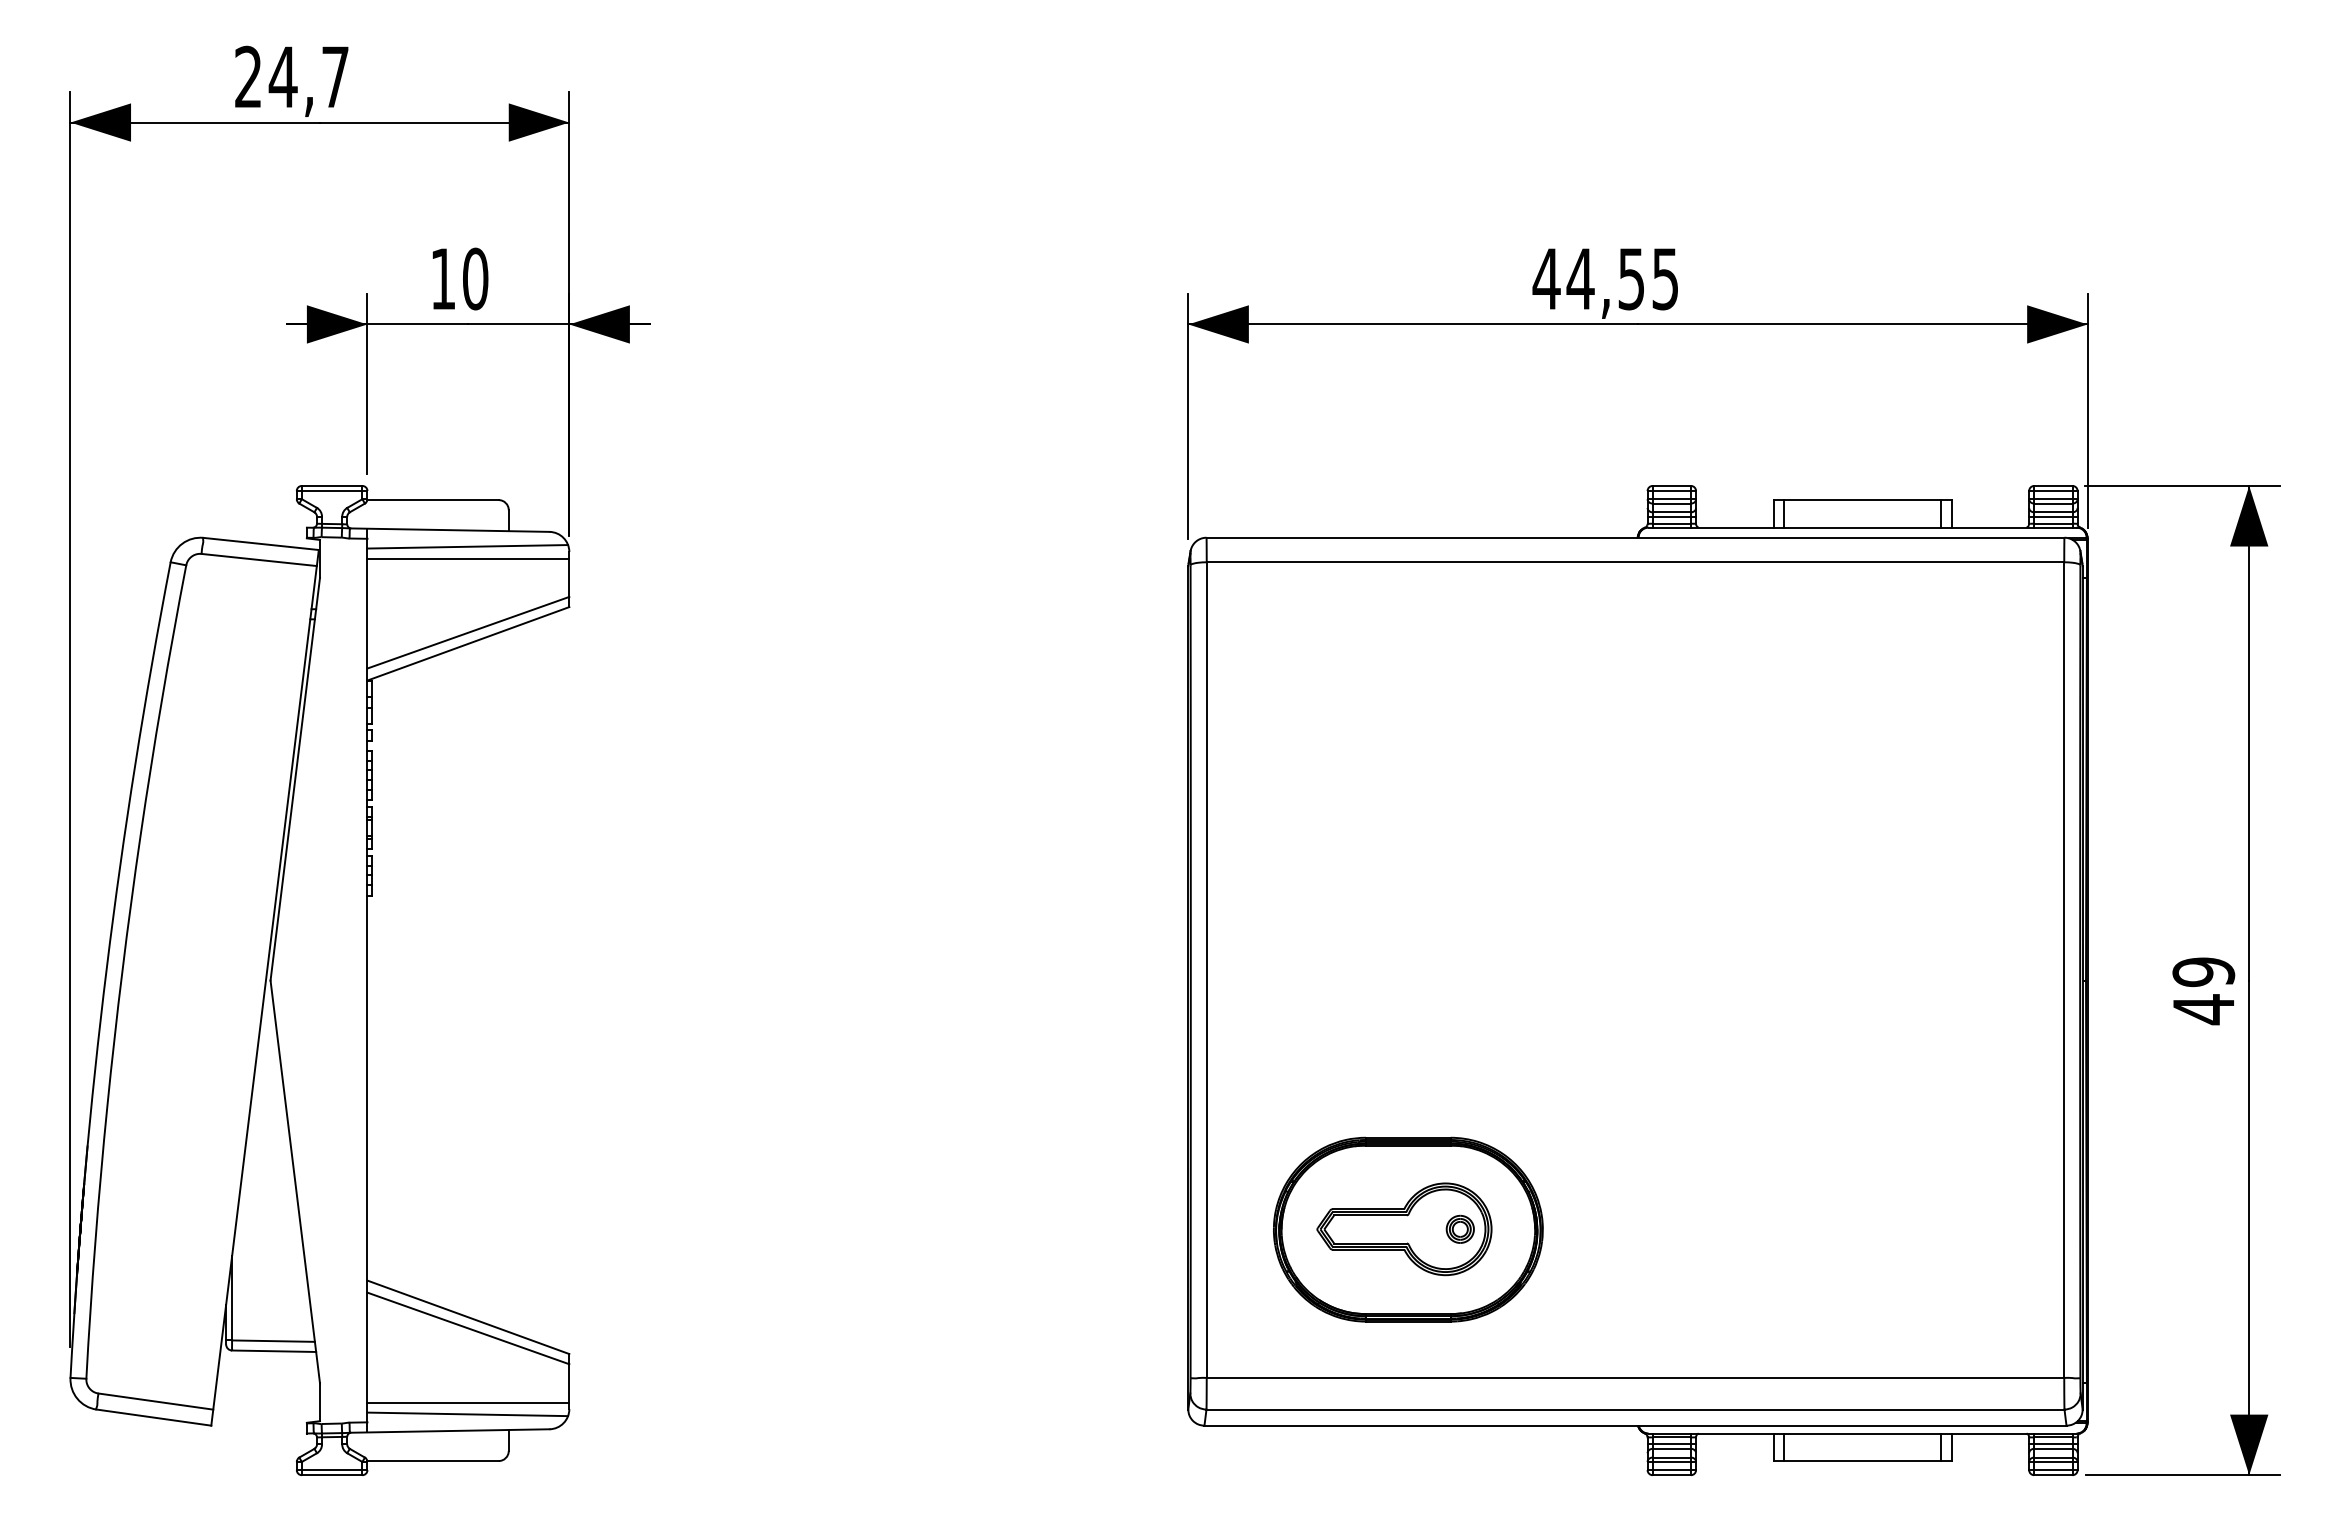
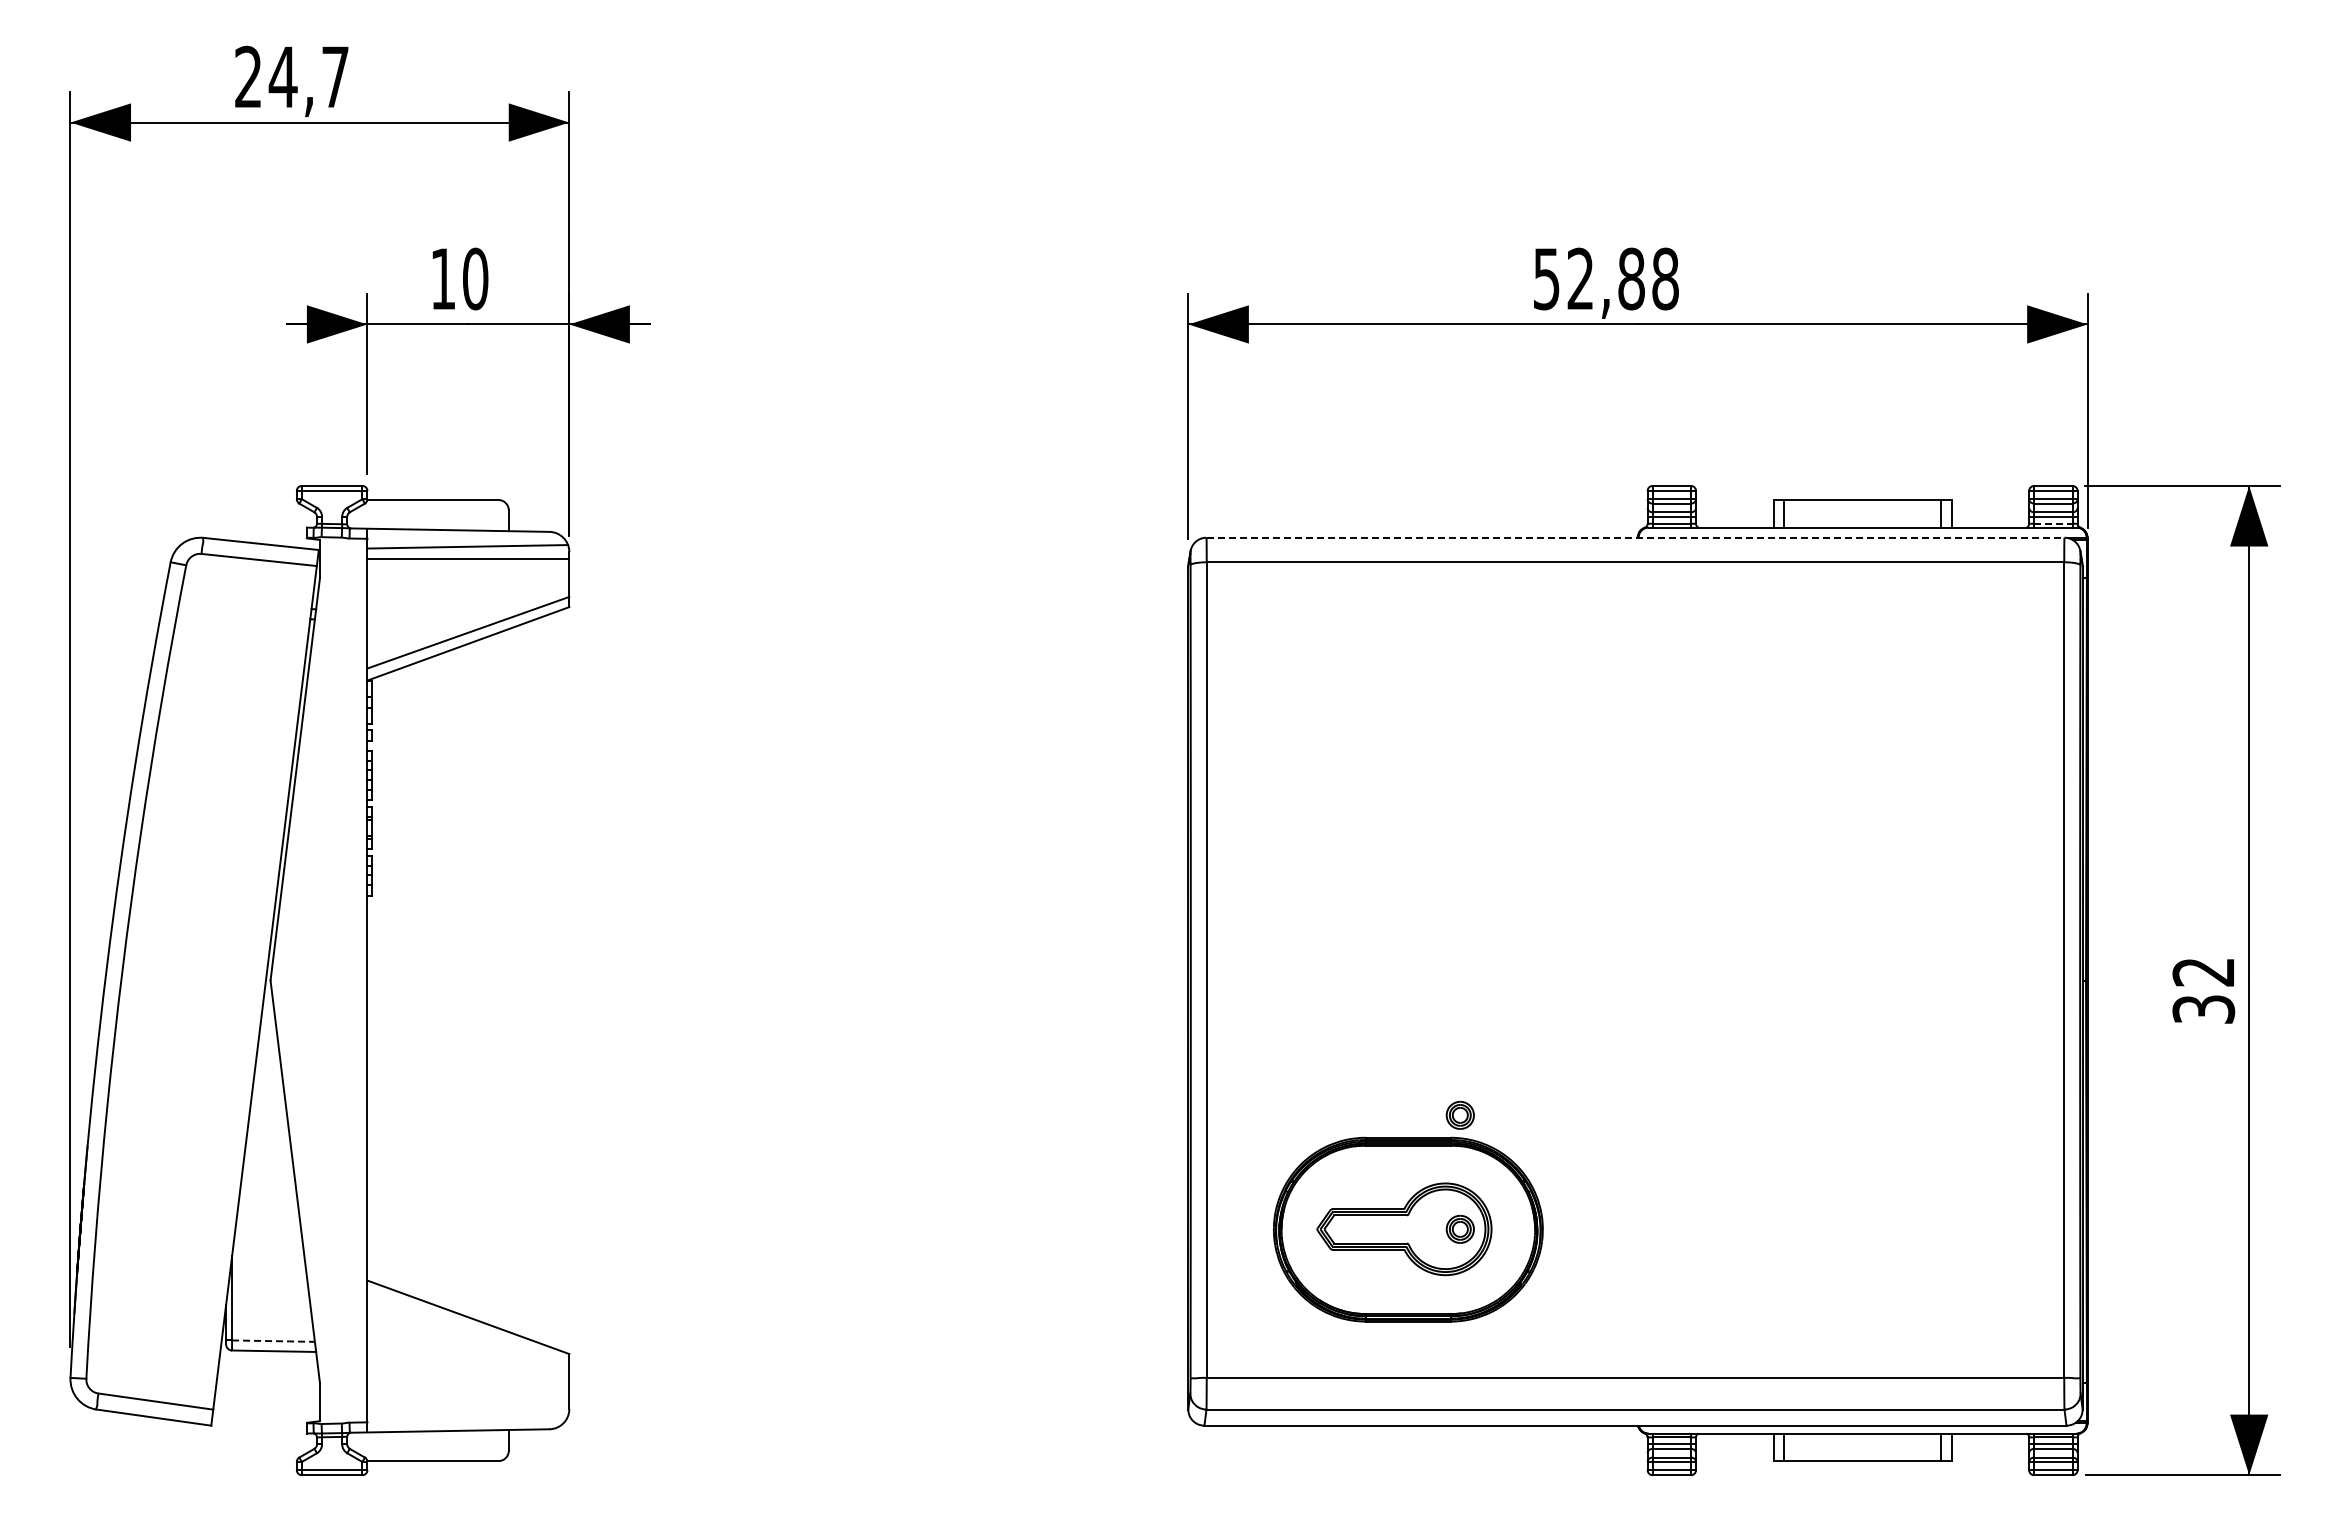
text at (1605, 278): 44,55 -> 52,88
line at (2053, 523): solid -> dashed
line at (1635, 537): solid -> dashed
text at (2203, 991): 49 -> 32
part at (1459, 1114): none -> present
line at (468, 1328): present -> none
line at (274, 1341): solid -> dashed
line at (468, 1402): present -> none
line at (467, 1414): present -> none
